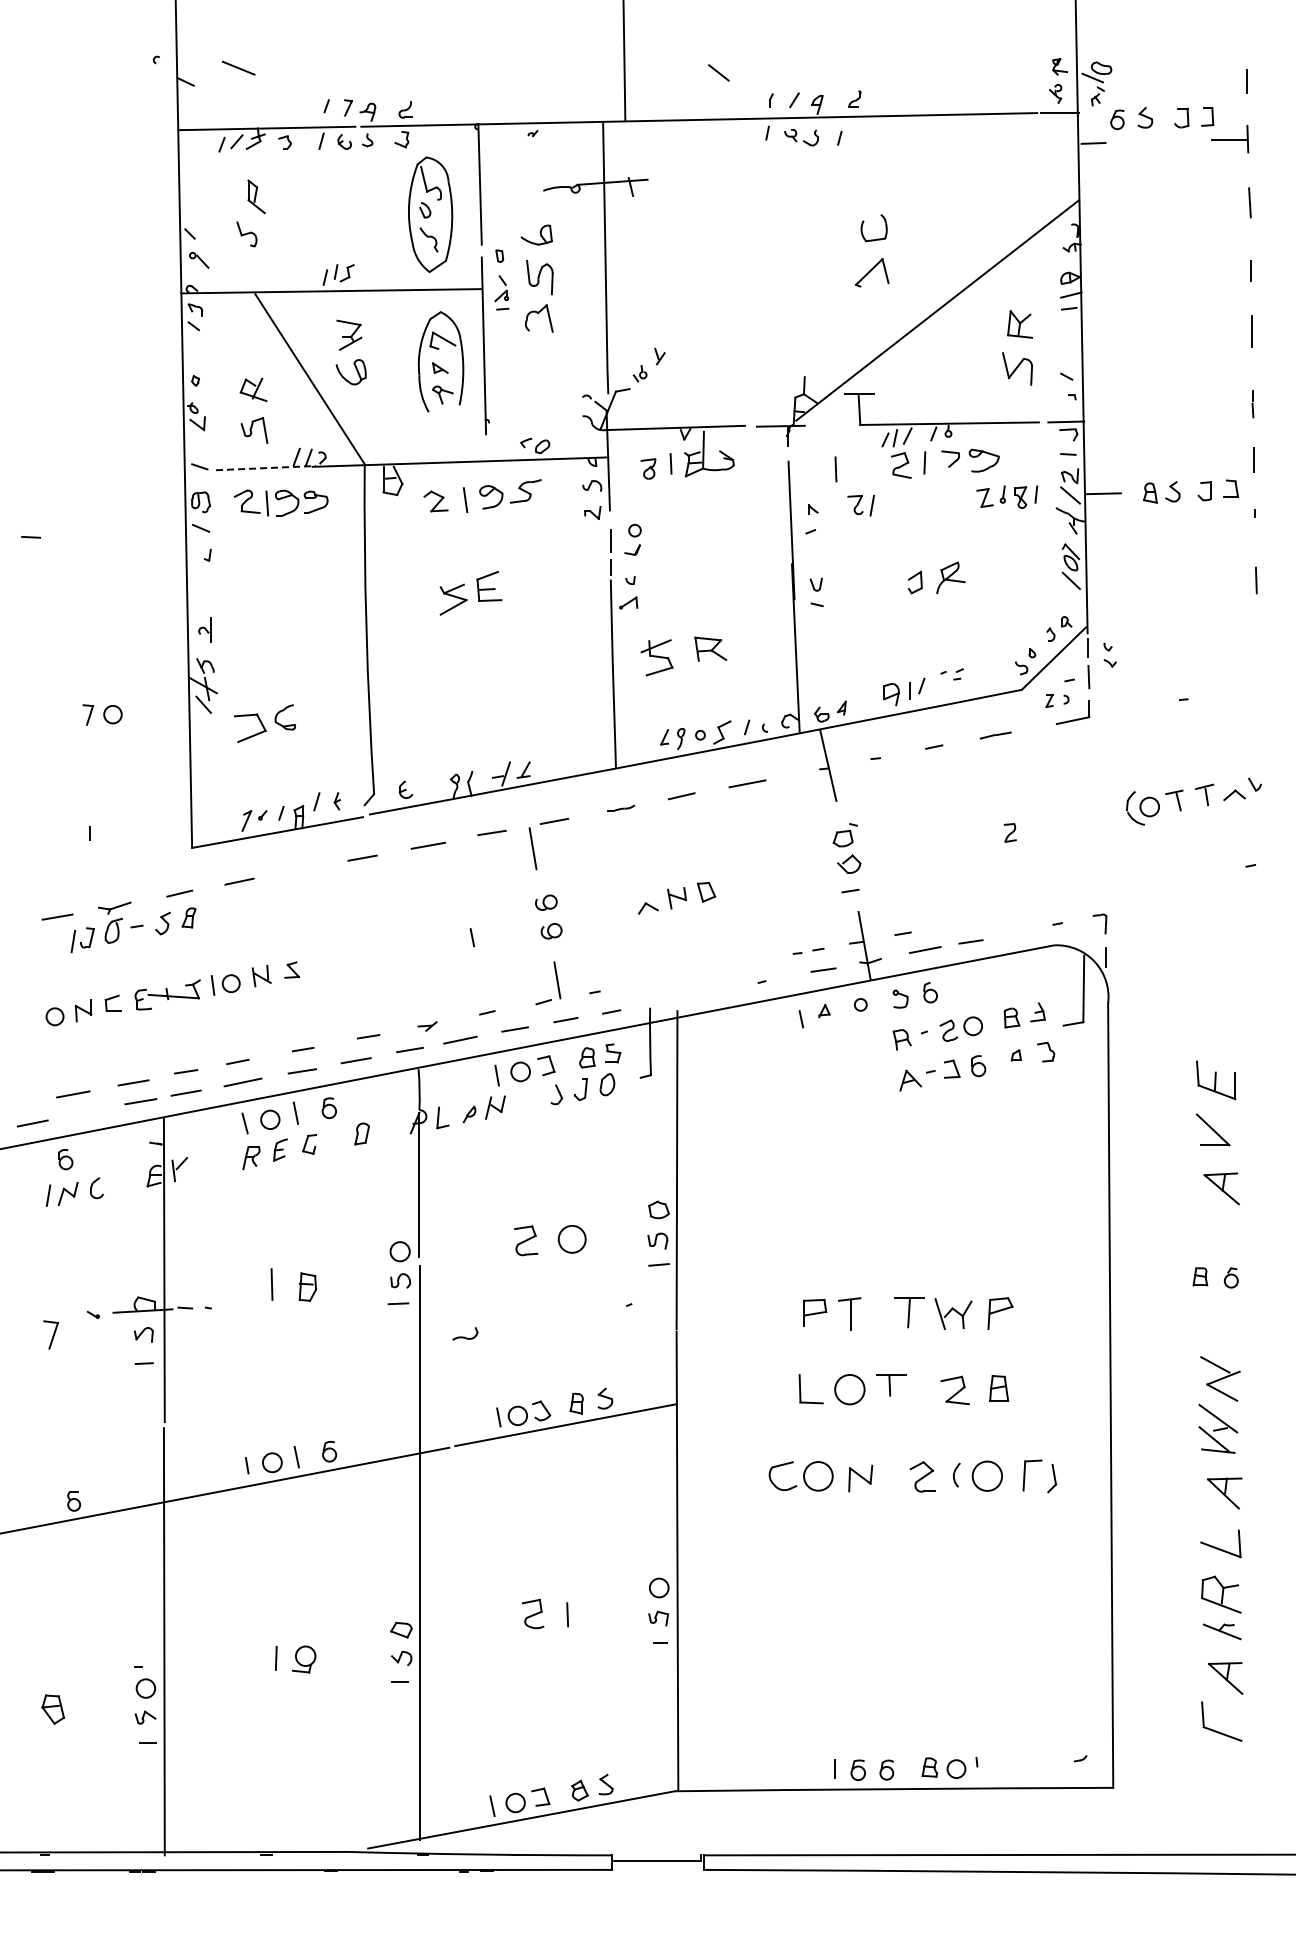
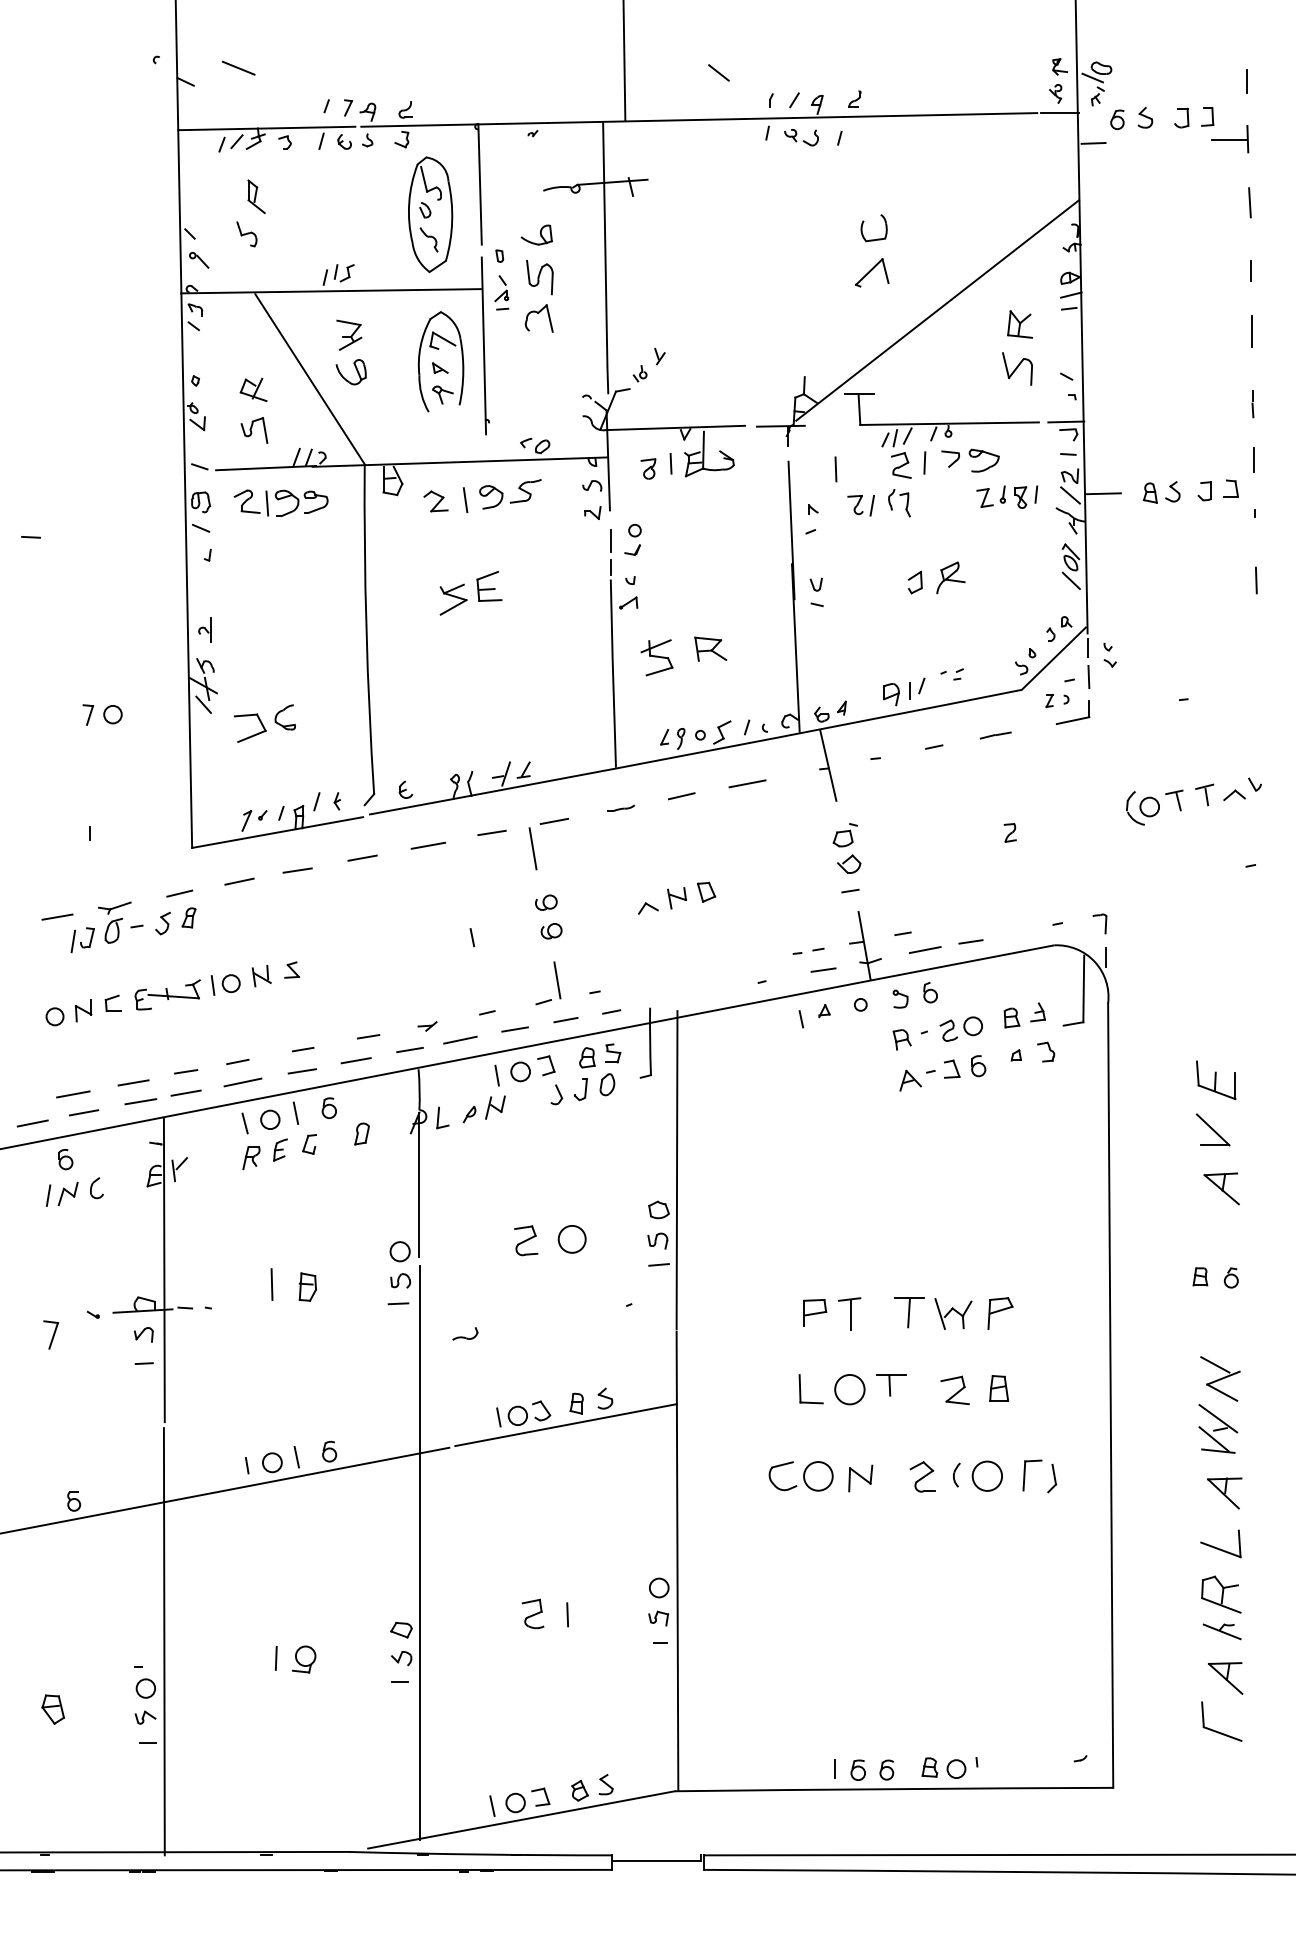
line at (266, 468): dashed -> solid
part at (906, 503): none -> present
line at (297, 870): none -> present
line at (83, 1112): none -> present
